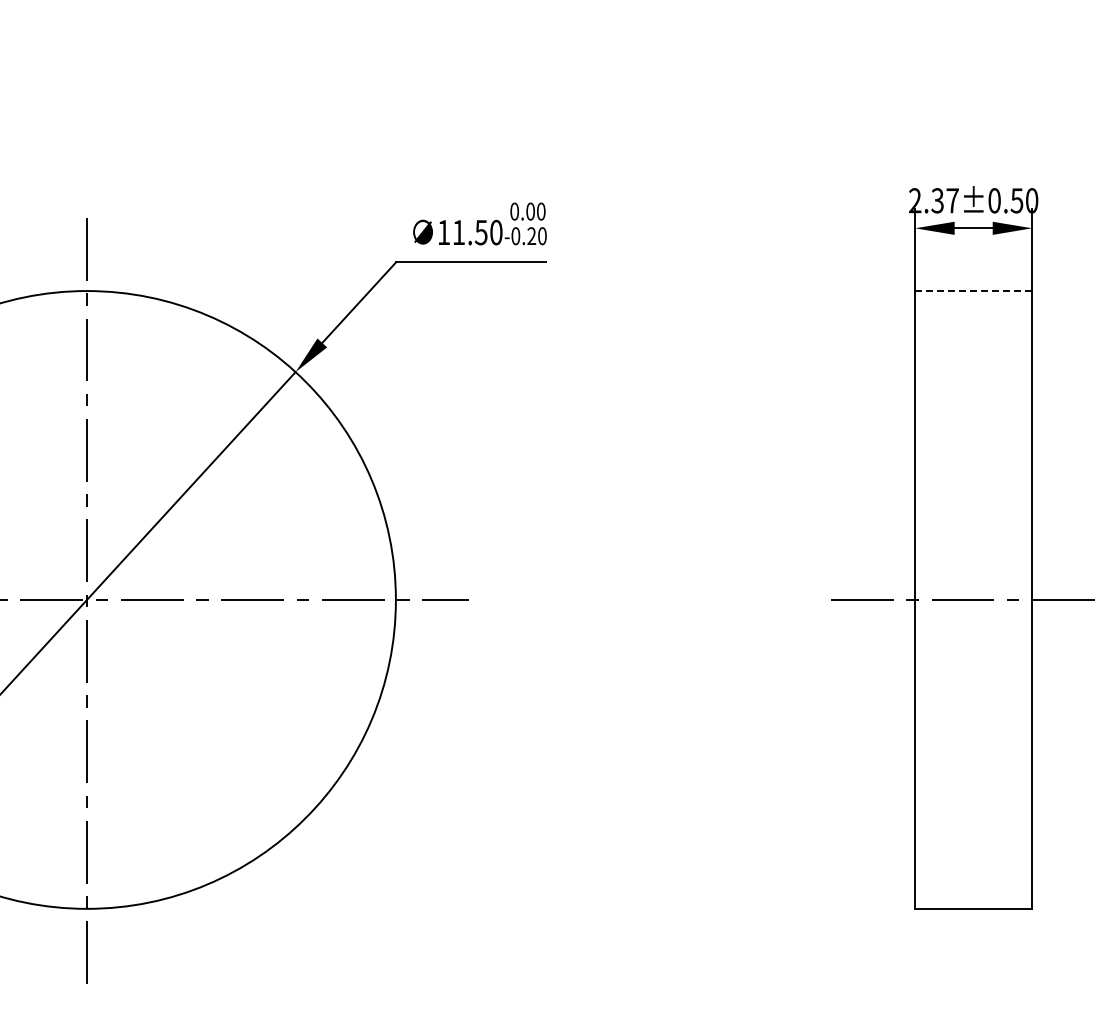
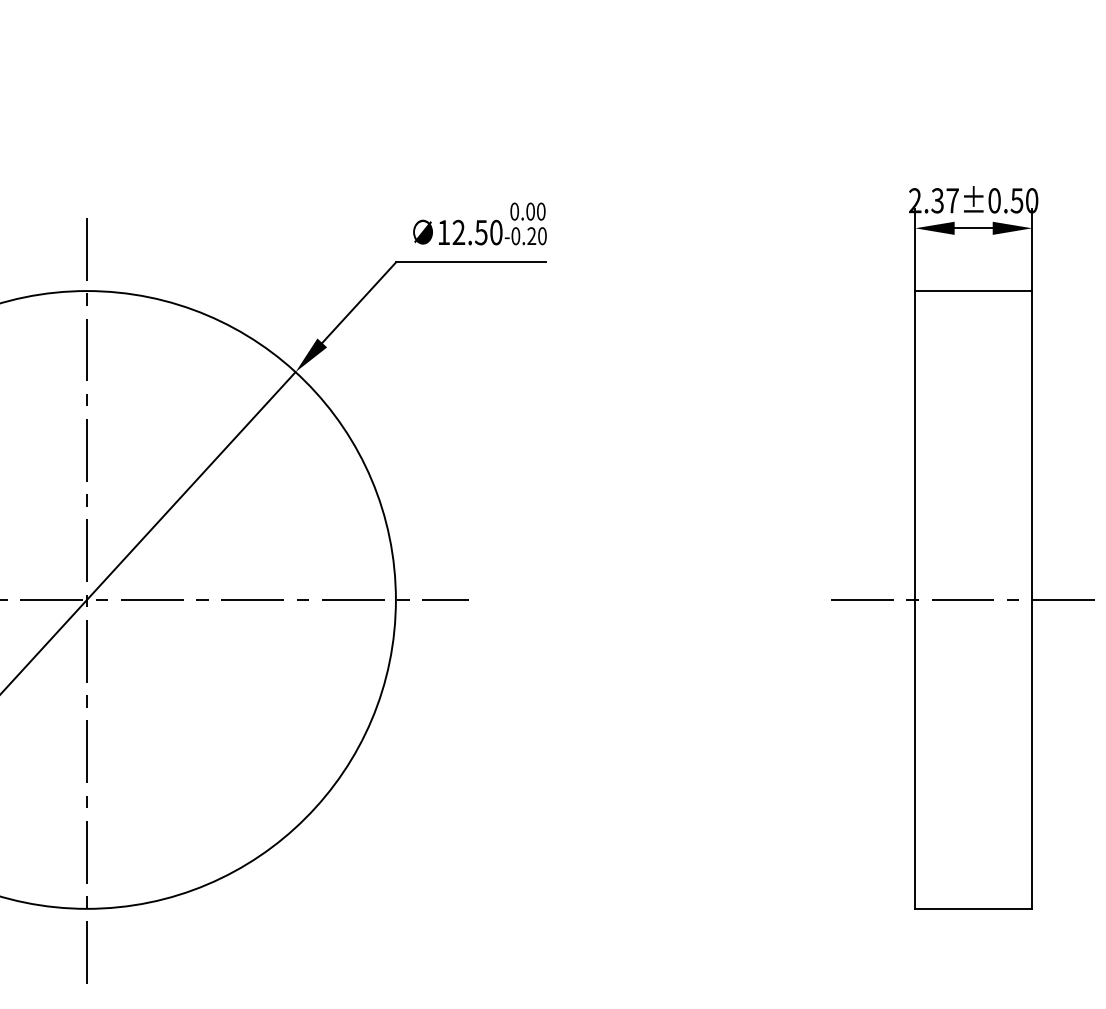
text at (458, 231): 11.50 -> 12.50
line at (973, 291): dashed -> solid
